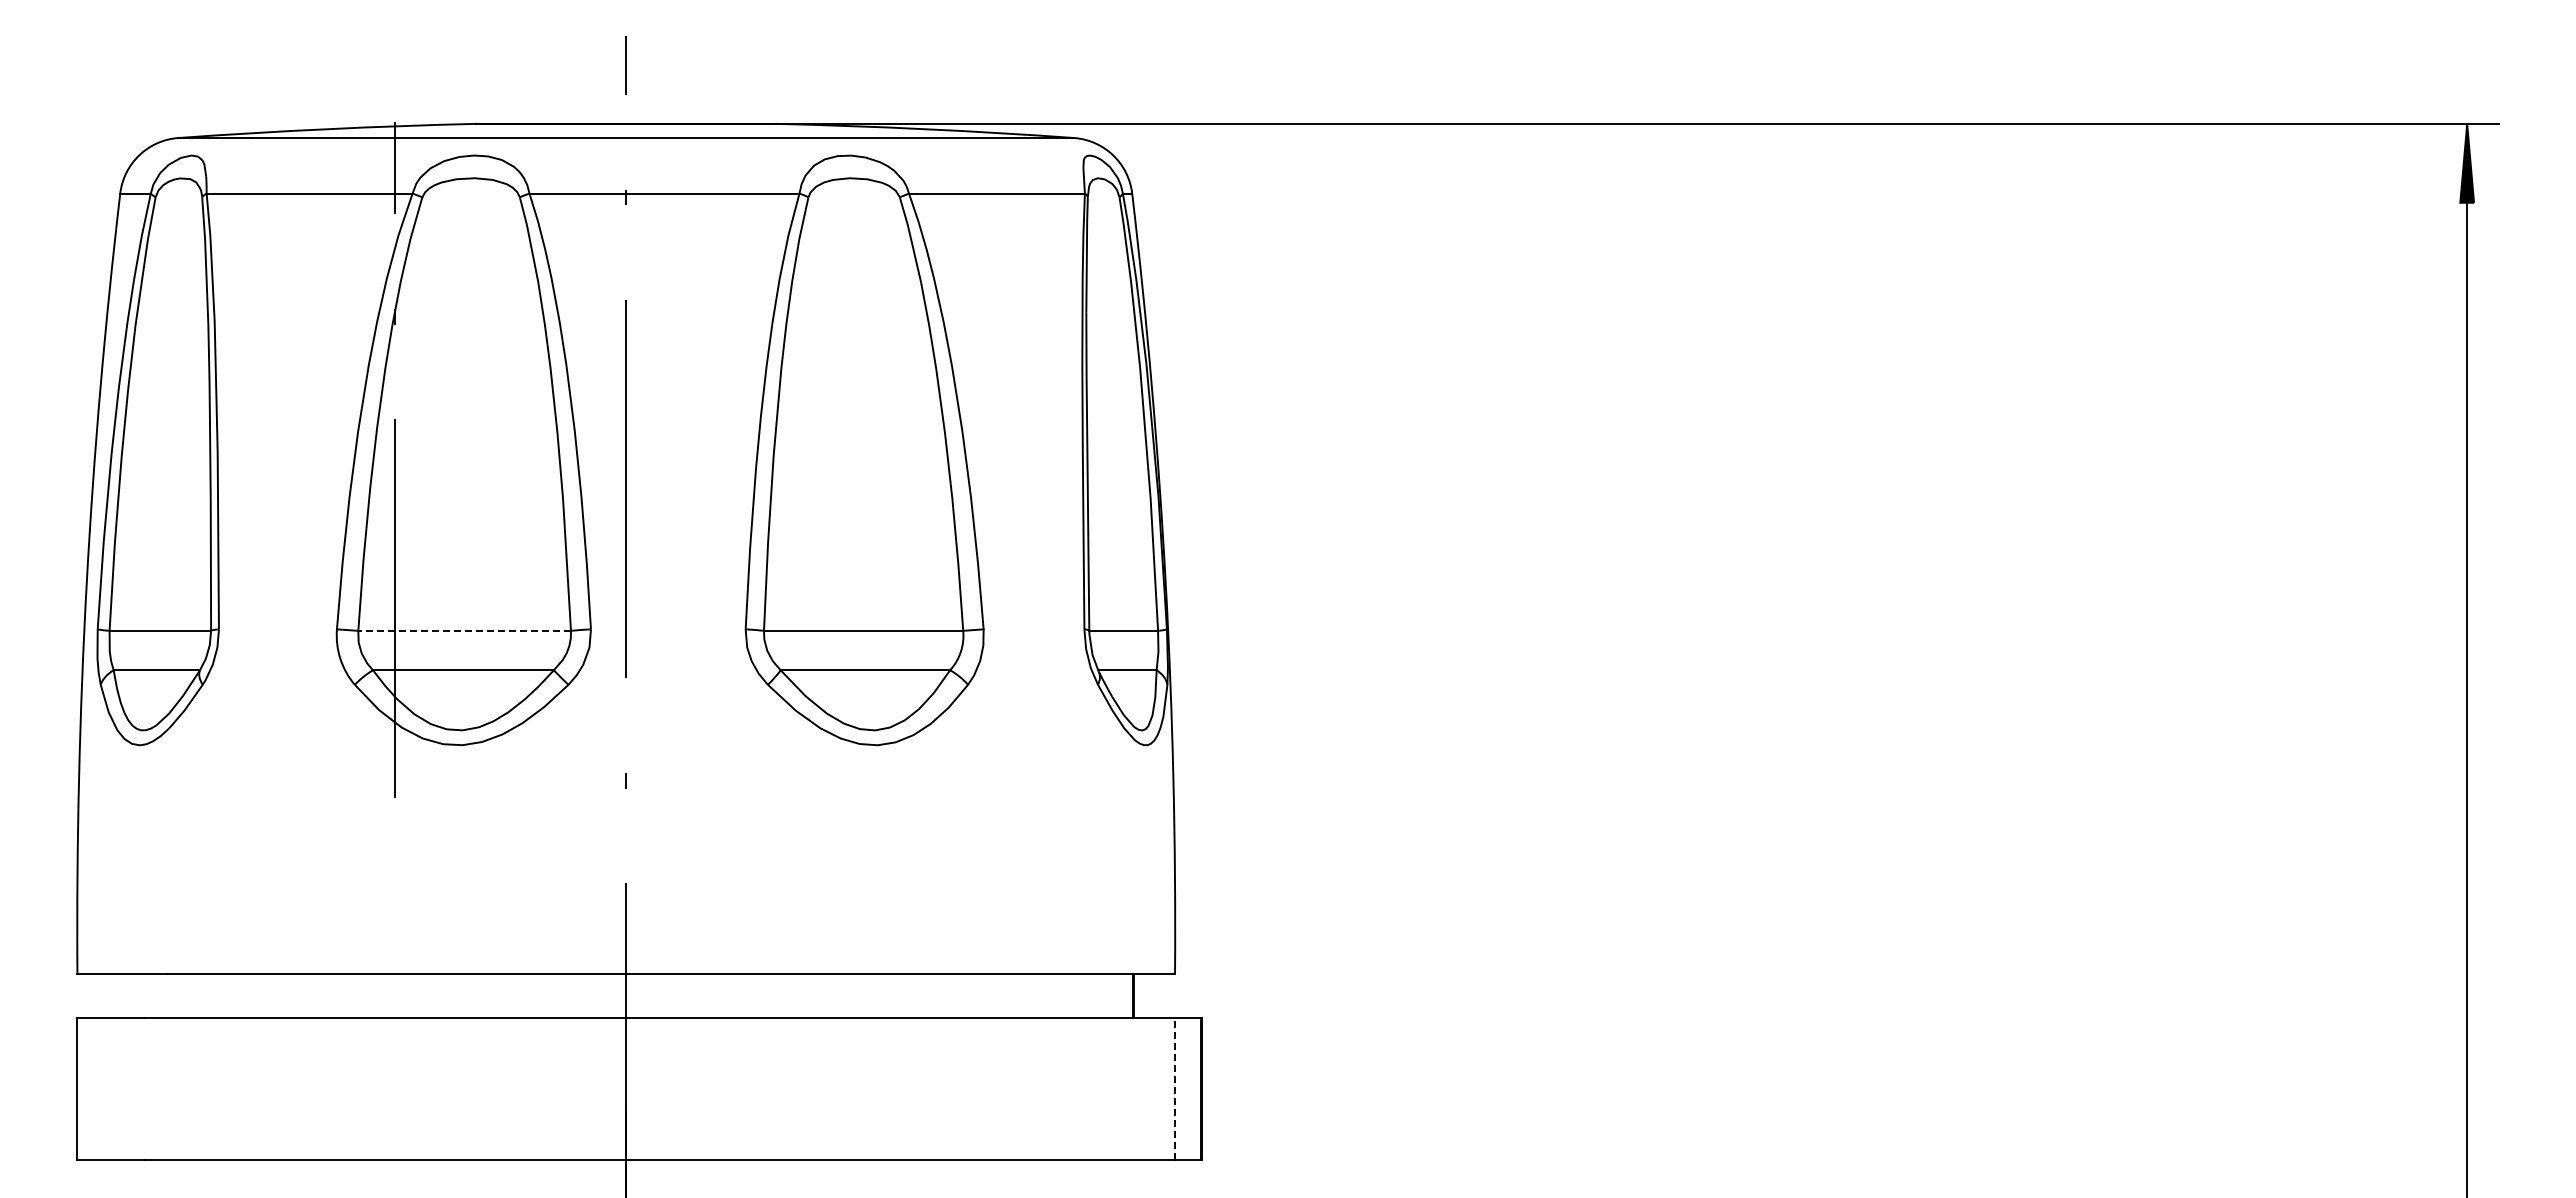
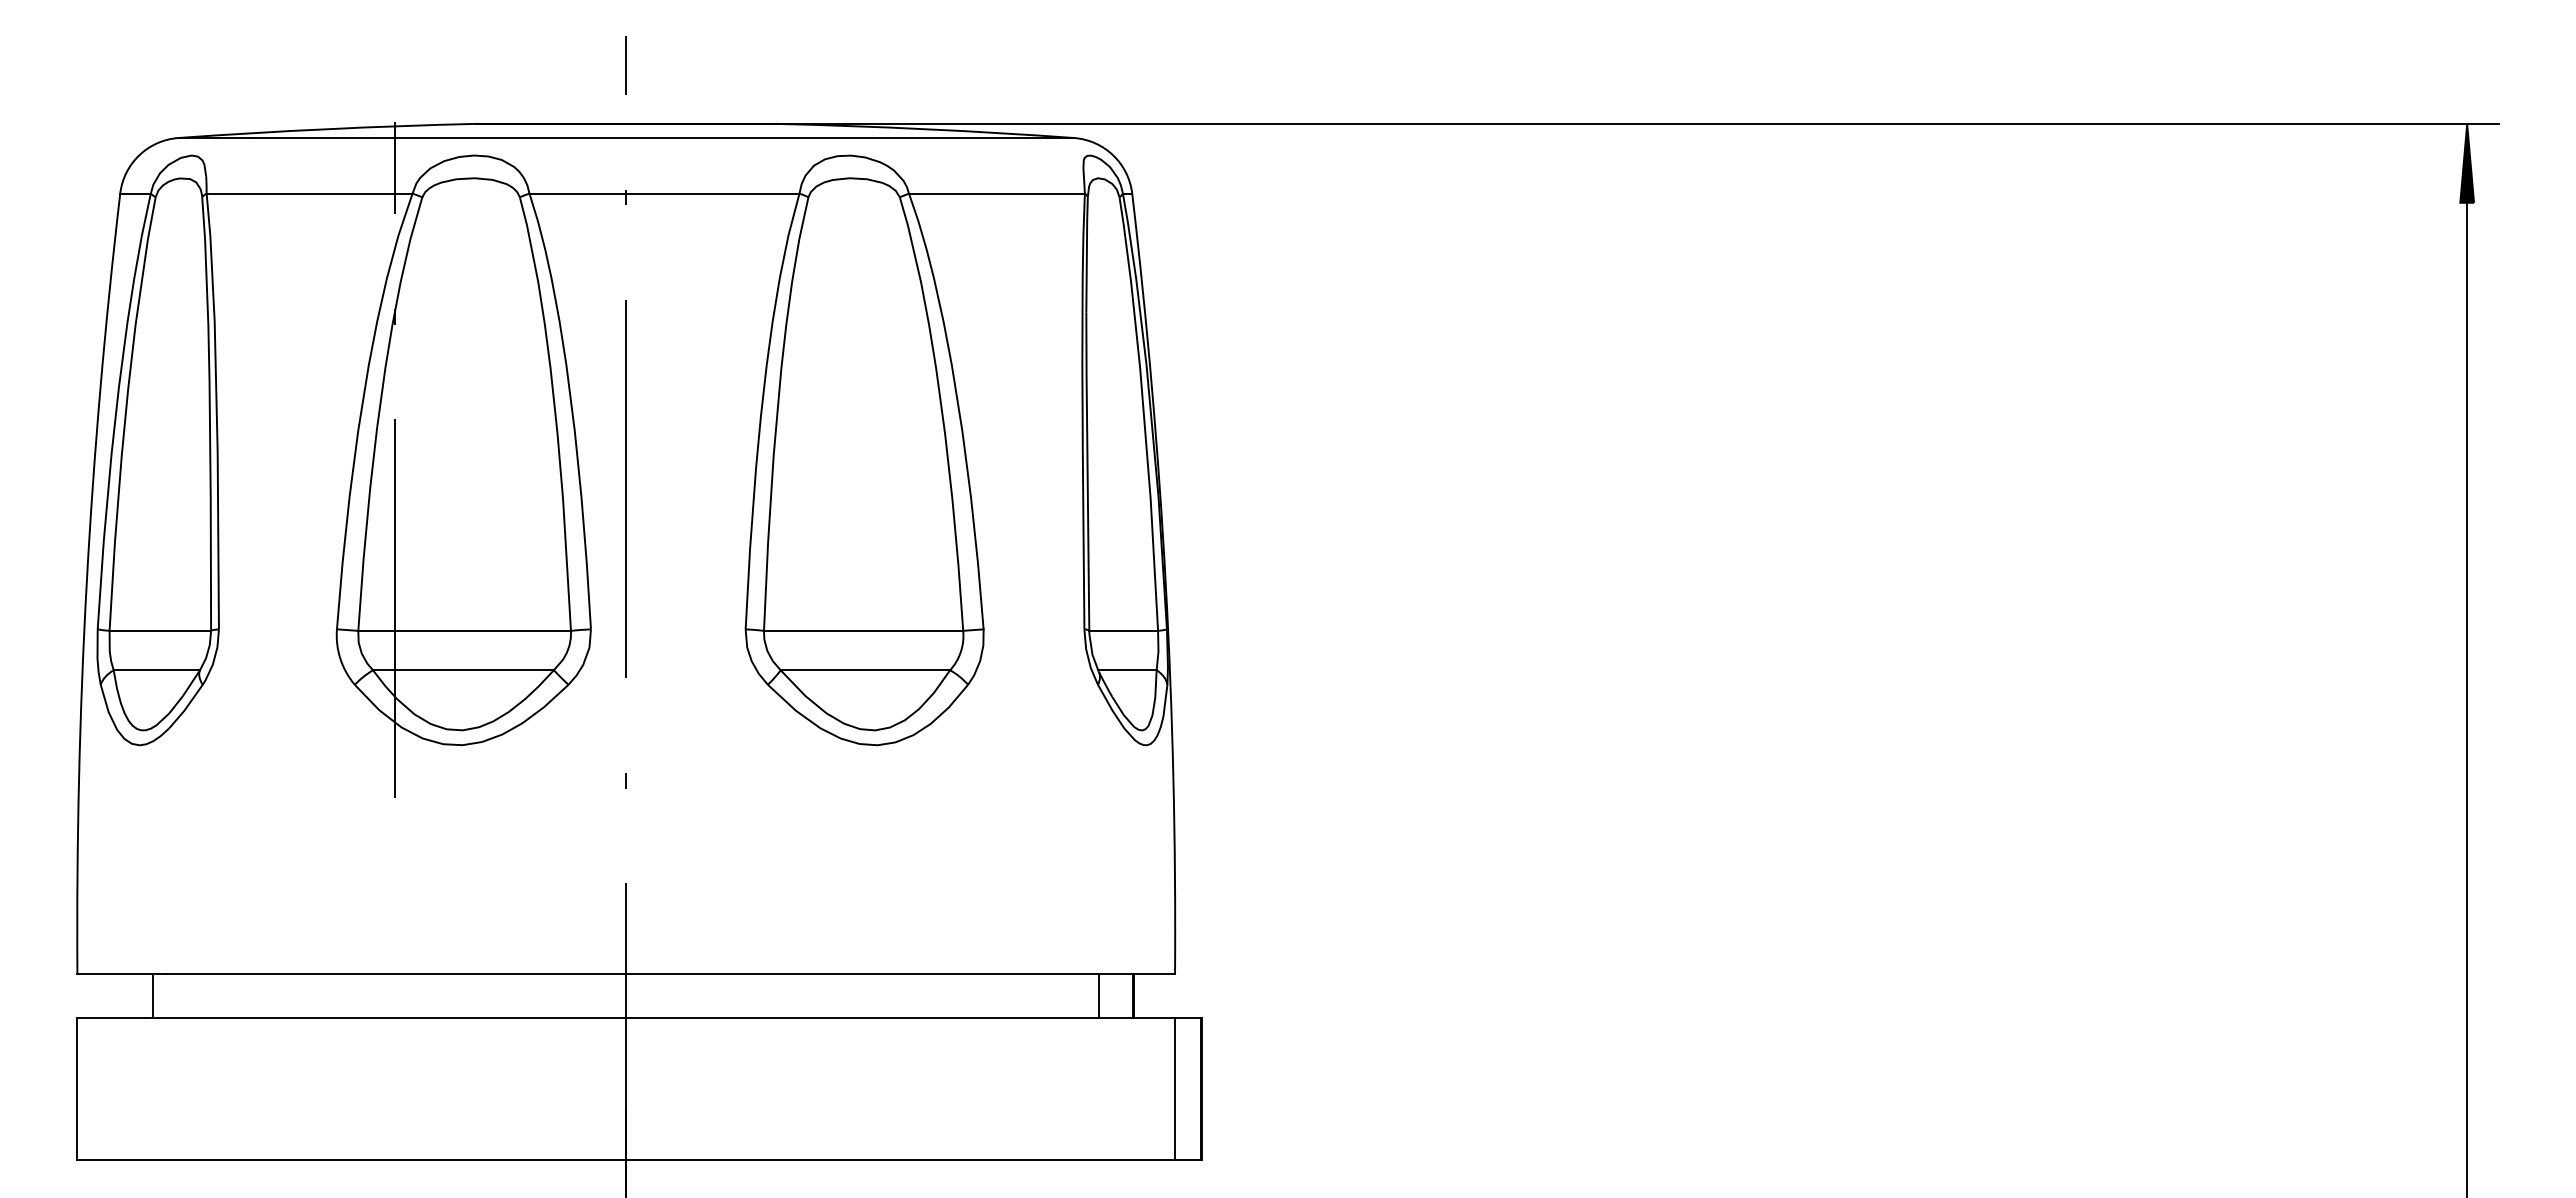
line at (464, 630): dashed -> solid
line at (153, 995): none -> present
line at (1098, 995): none -> present
line at (1174, 1088): dashed -> solid
